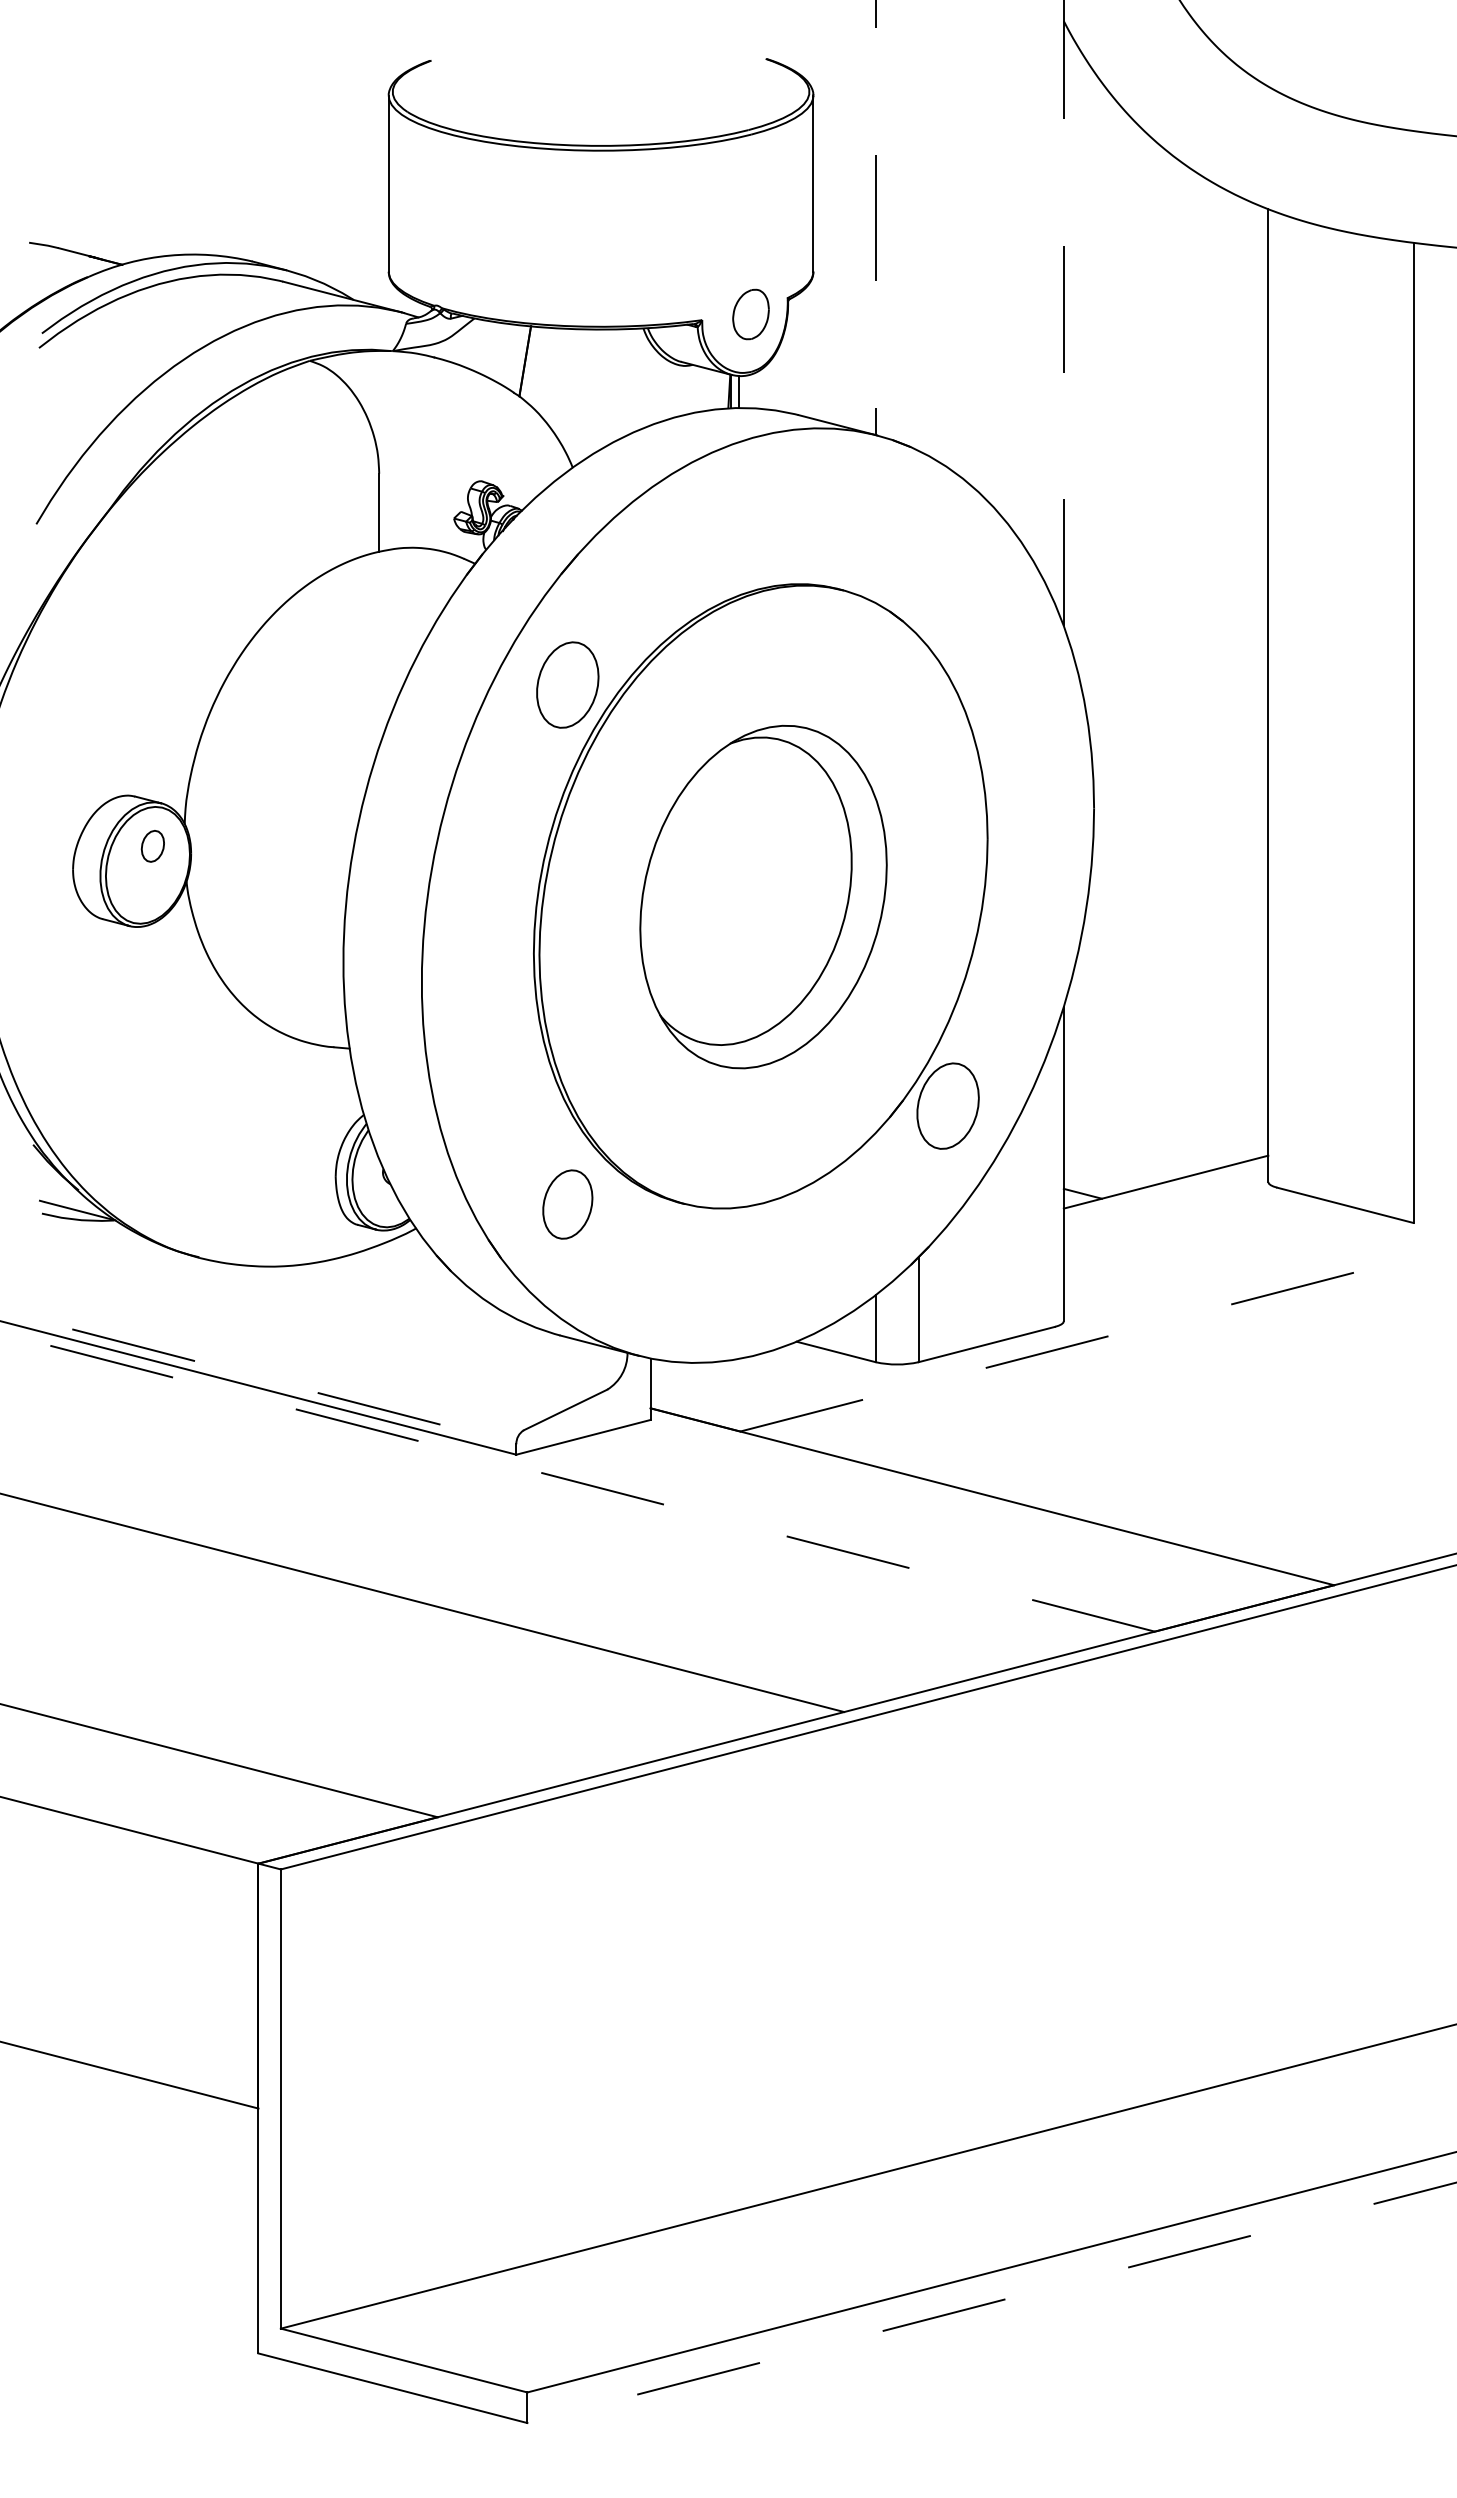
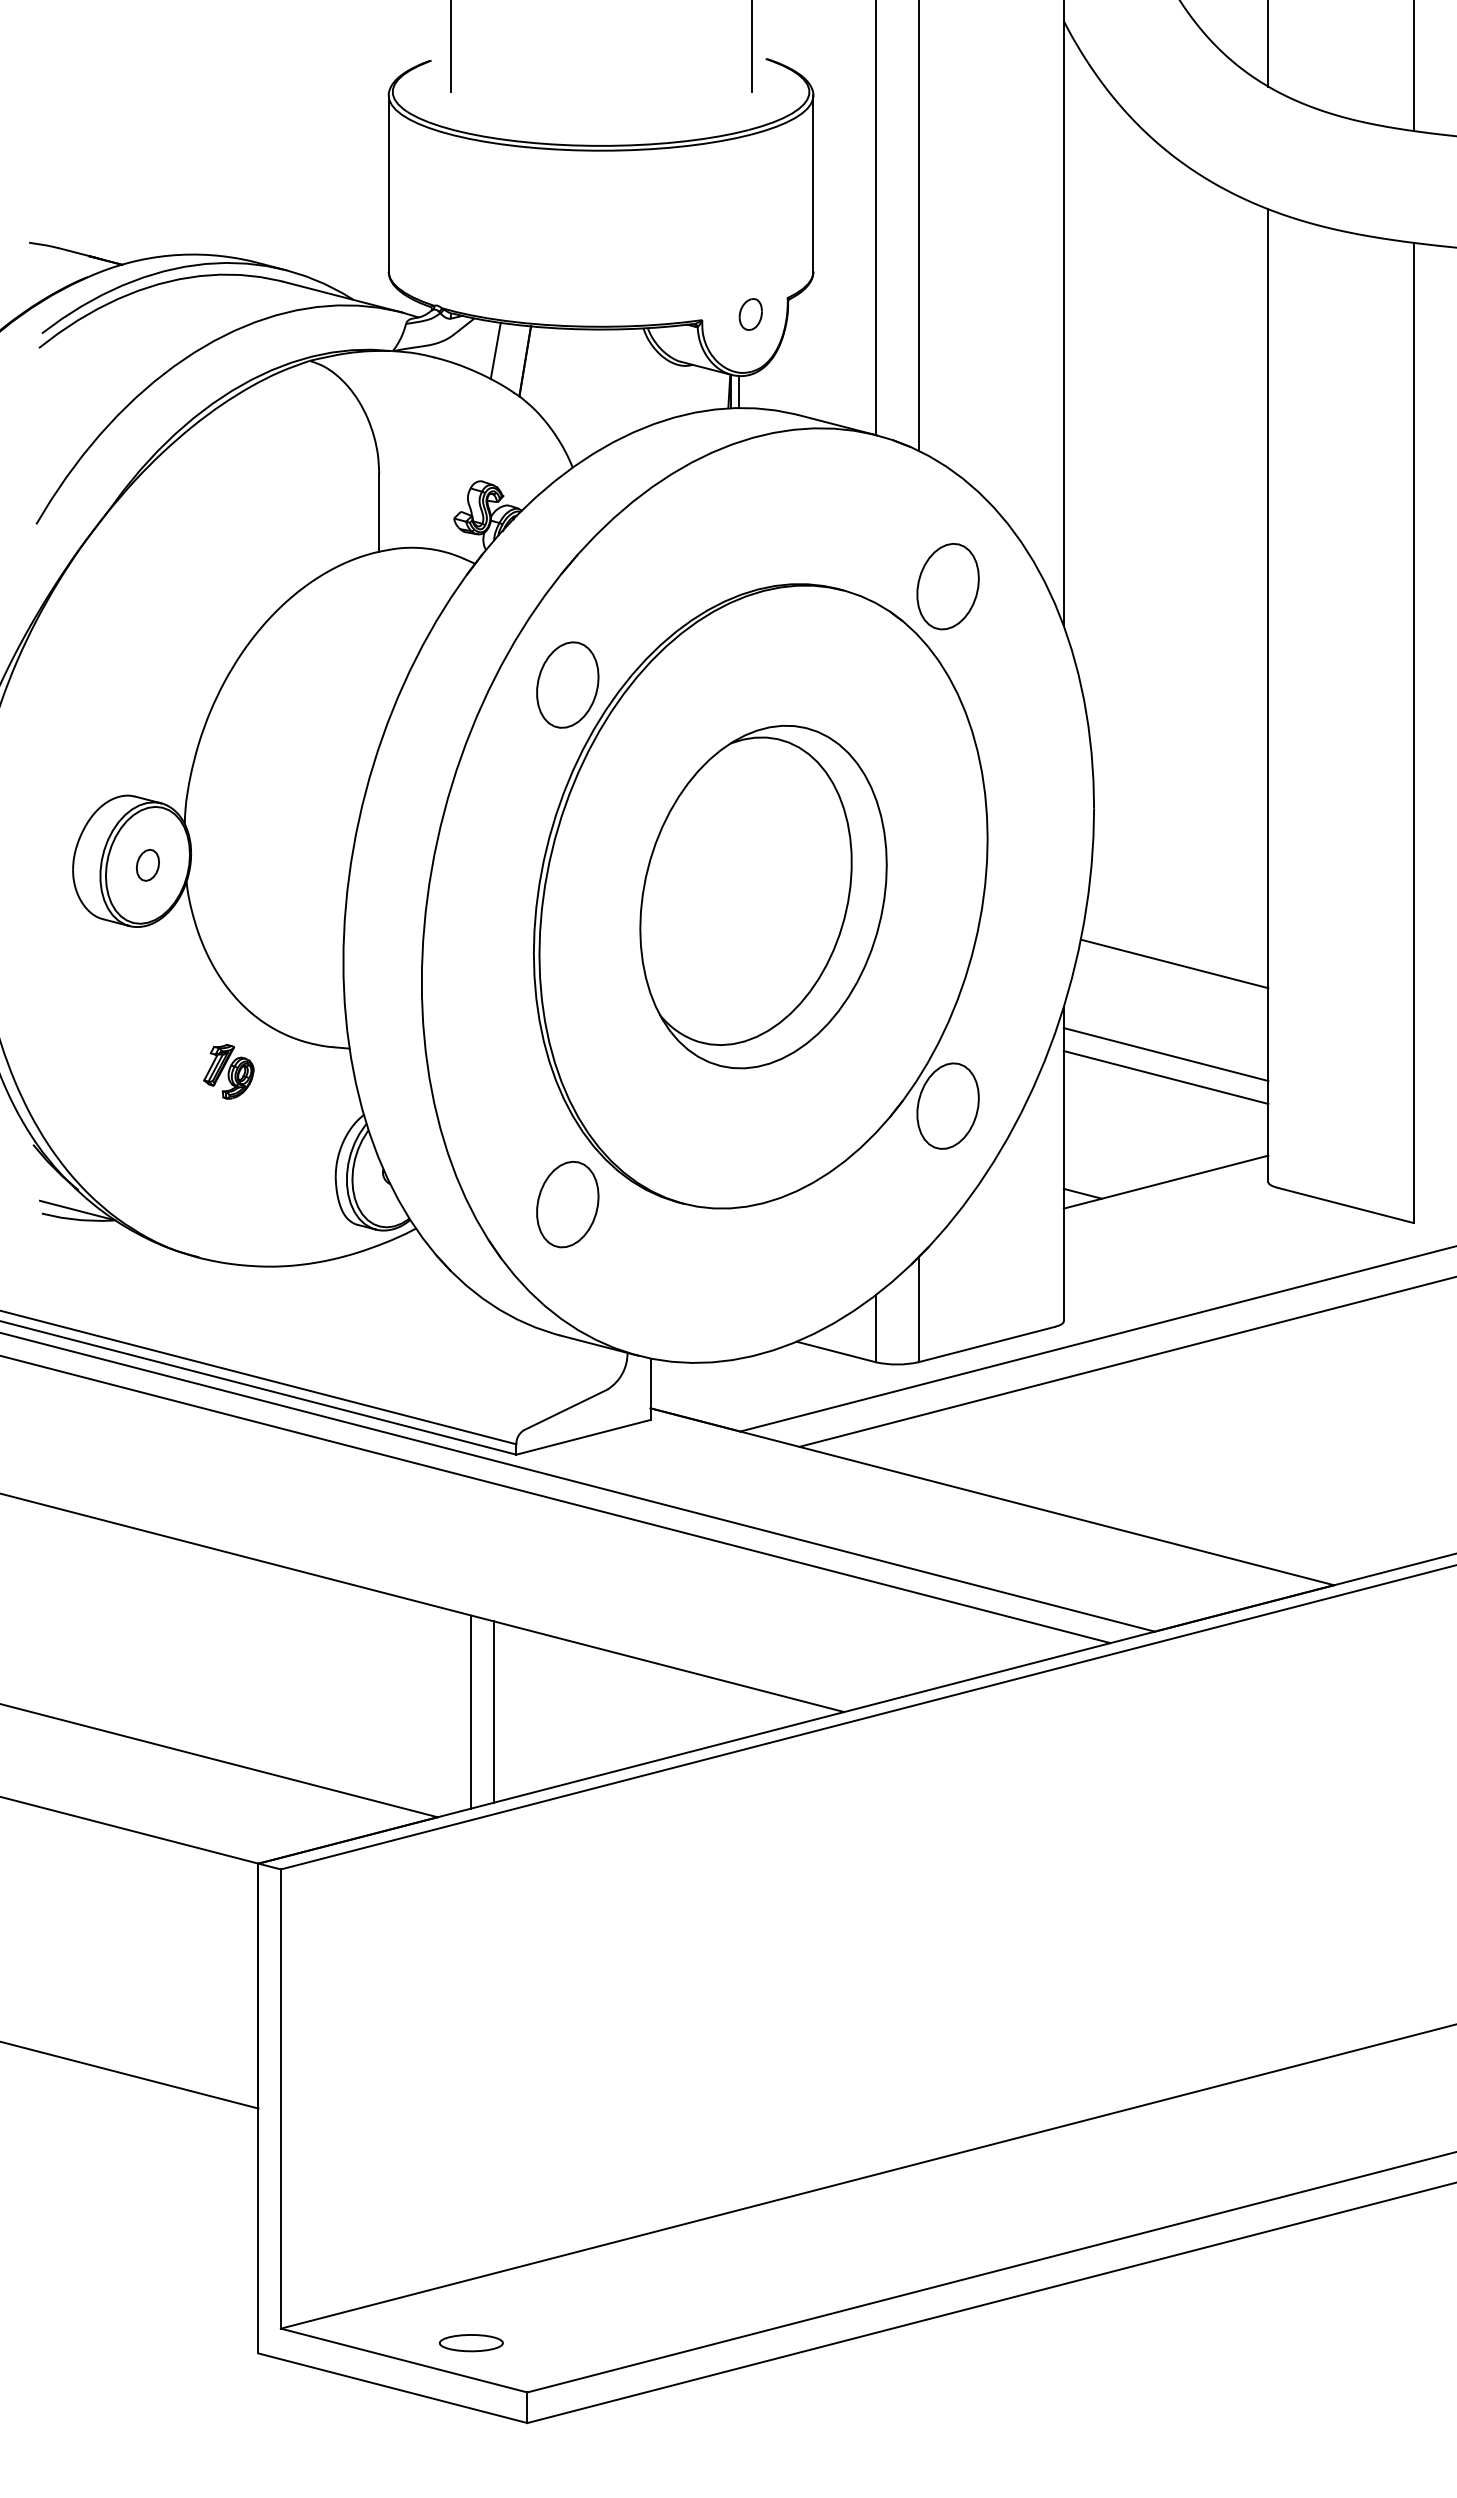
line at (1268, 44): none -> present
line at (450, 46): none -> present
line at (751, 46): none -> present
line at (1413, 66): none -> present
line at (875, 218): dashed -> solid
line at (918, 226): none -> present
line at (1063, 313): dashed -> solid
part at (750, 314) size: 38x53 px -> 25x33 px
line at (495, 350): none -> present
part at (947, 586): none -> present
part at (152, 846) position: (152, 846) -> (147, 865)
line at (1174, 963): none -> present
line at (1165, 1054): none -> present
part at (228, 1071): none -> present
line at (1165, 1077): none -> present
part at (567, 1204) size: 52x71 px -> 64x89 px
line at (1098, 1338): dashed -> solid
line at (1126, 1361): none -> present
line at (259, 1377): dashed -> solid
line at (576, 1482): dashed -> solid
line at (556, 1499): none -> present
line at (471, 1711): none -> present
line at (493, 1711): none -> present
line at (992, 2302): dashed -> solid
part at (470, 2343): none -> present
